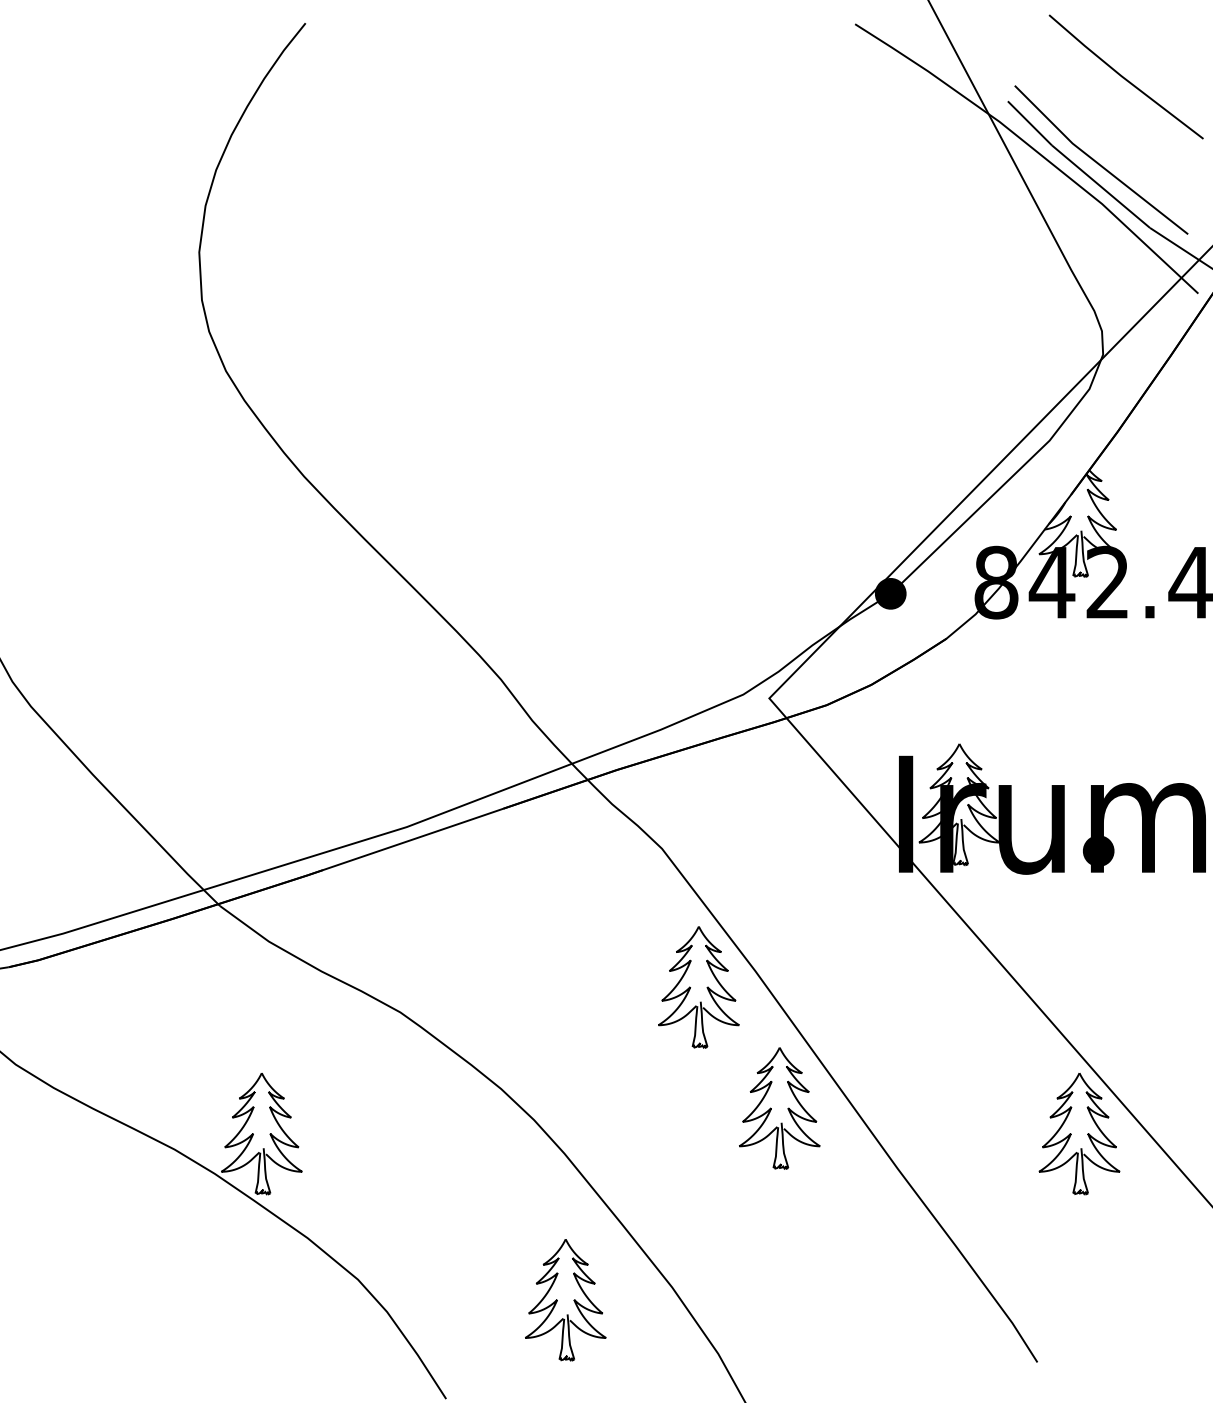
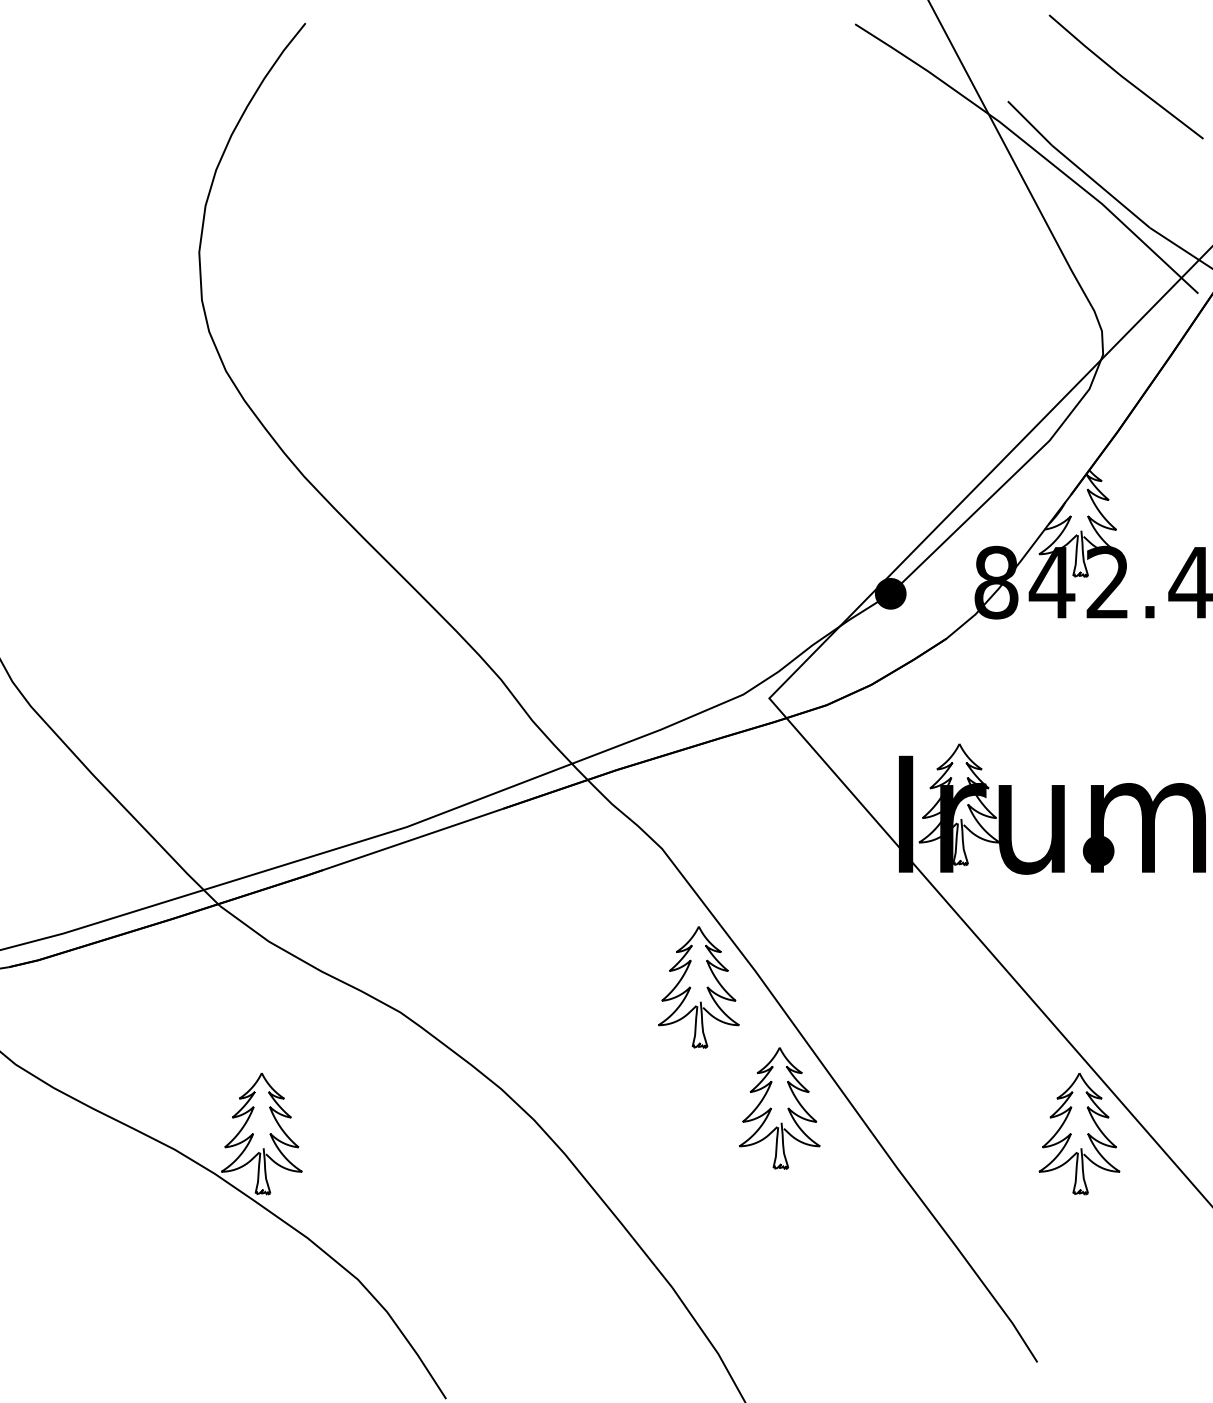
line at (1098, 162): present -> none
part at (565, 1300): present -> none
